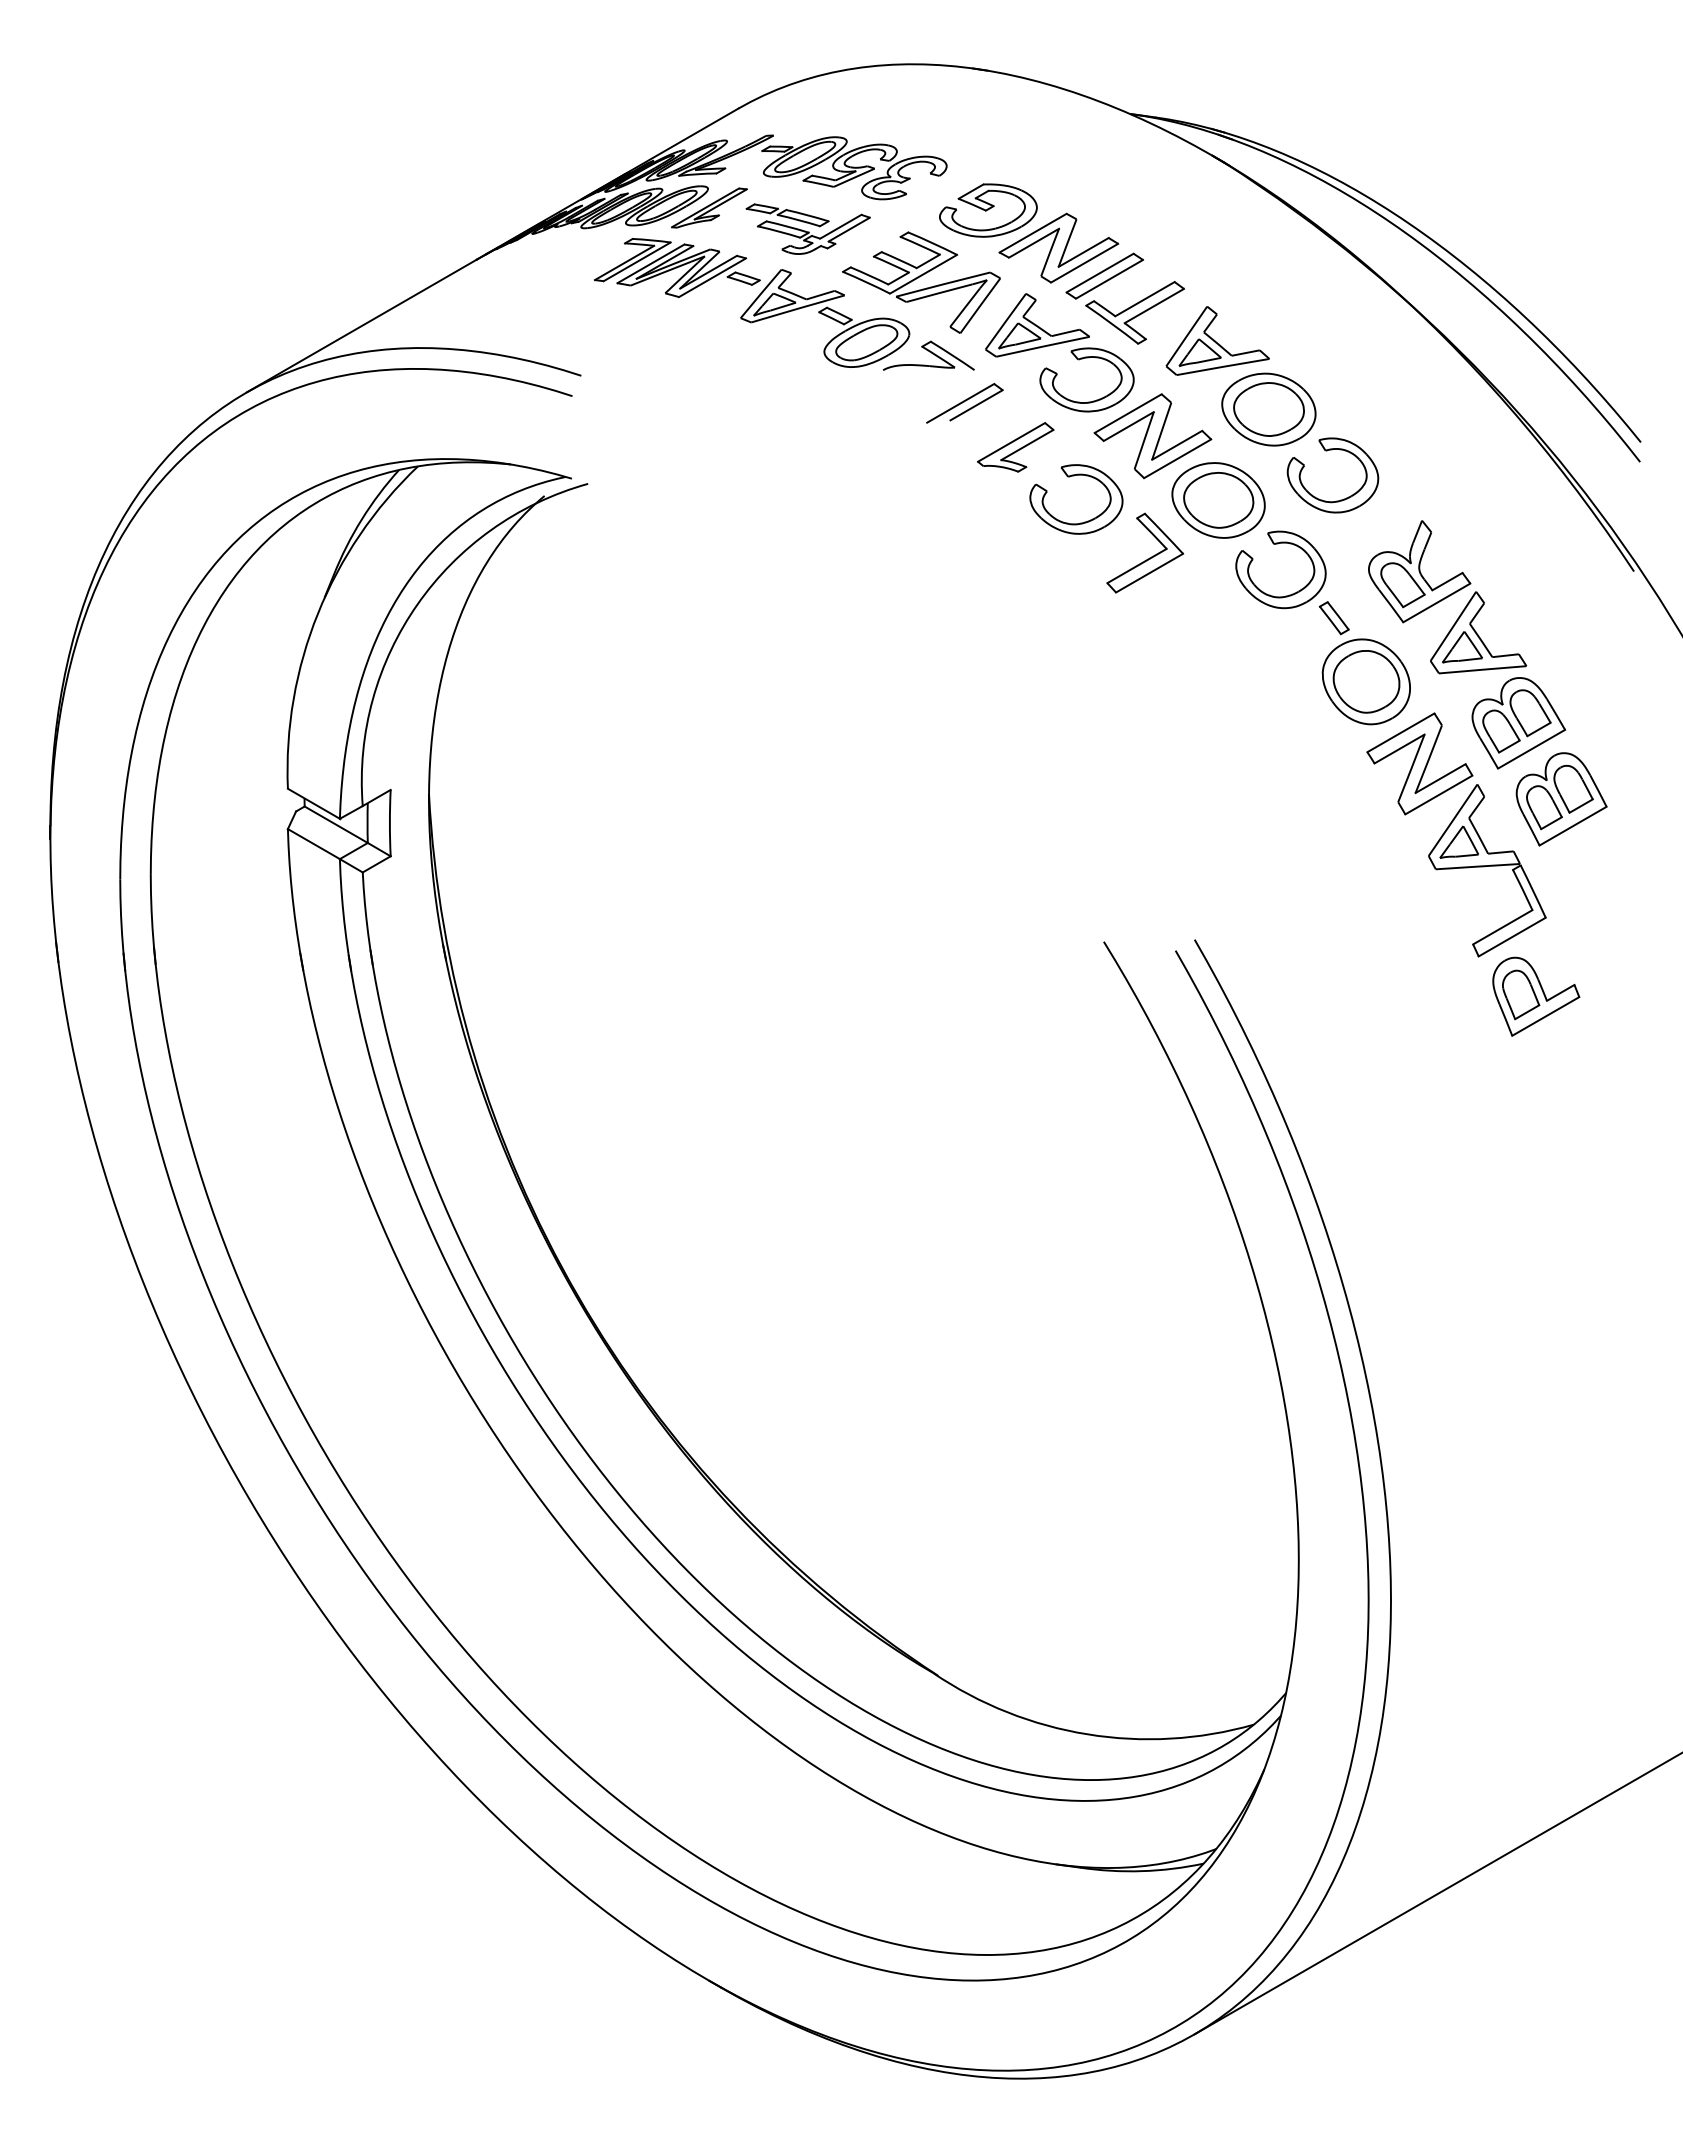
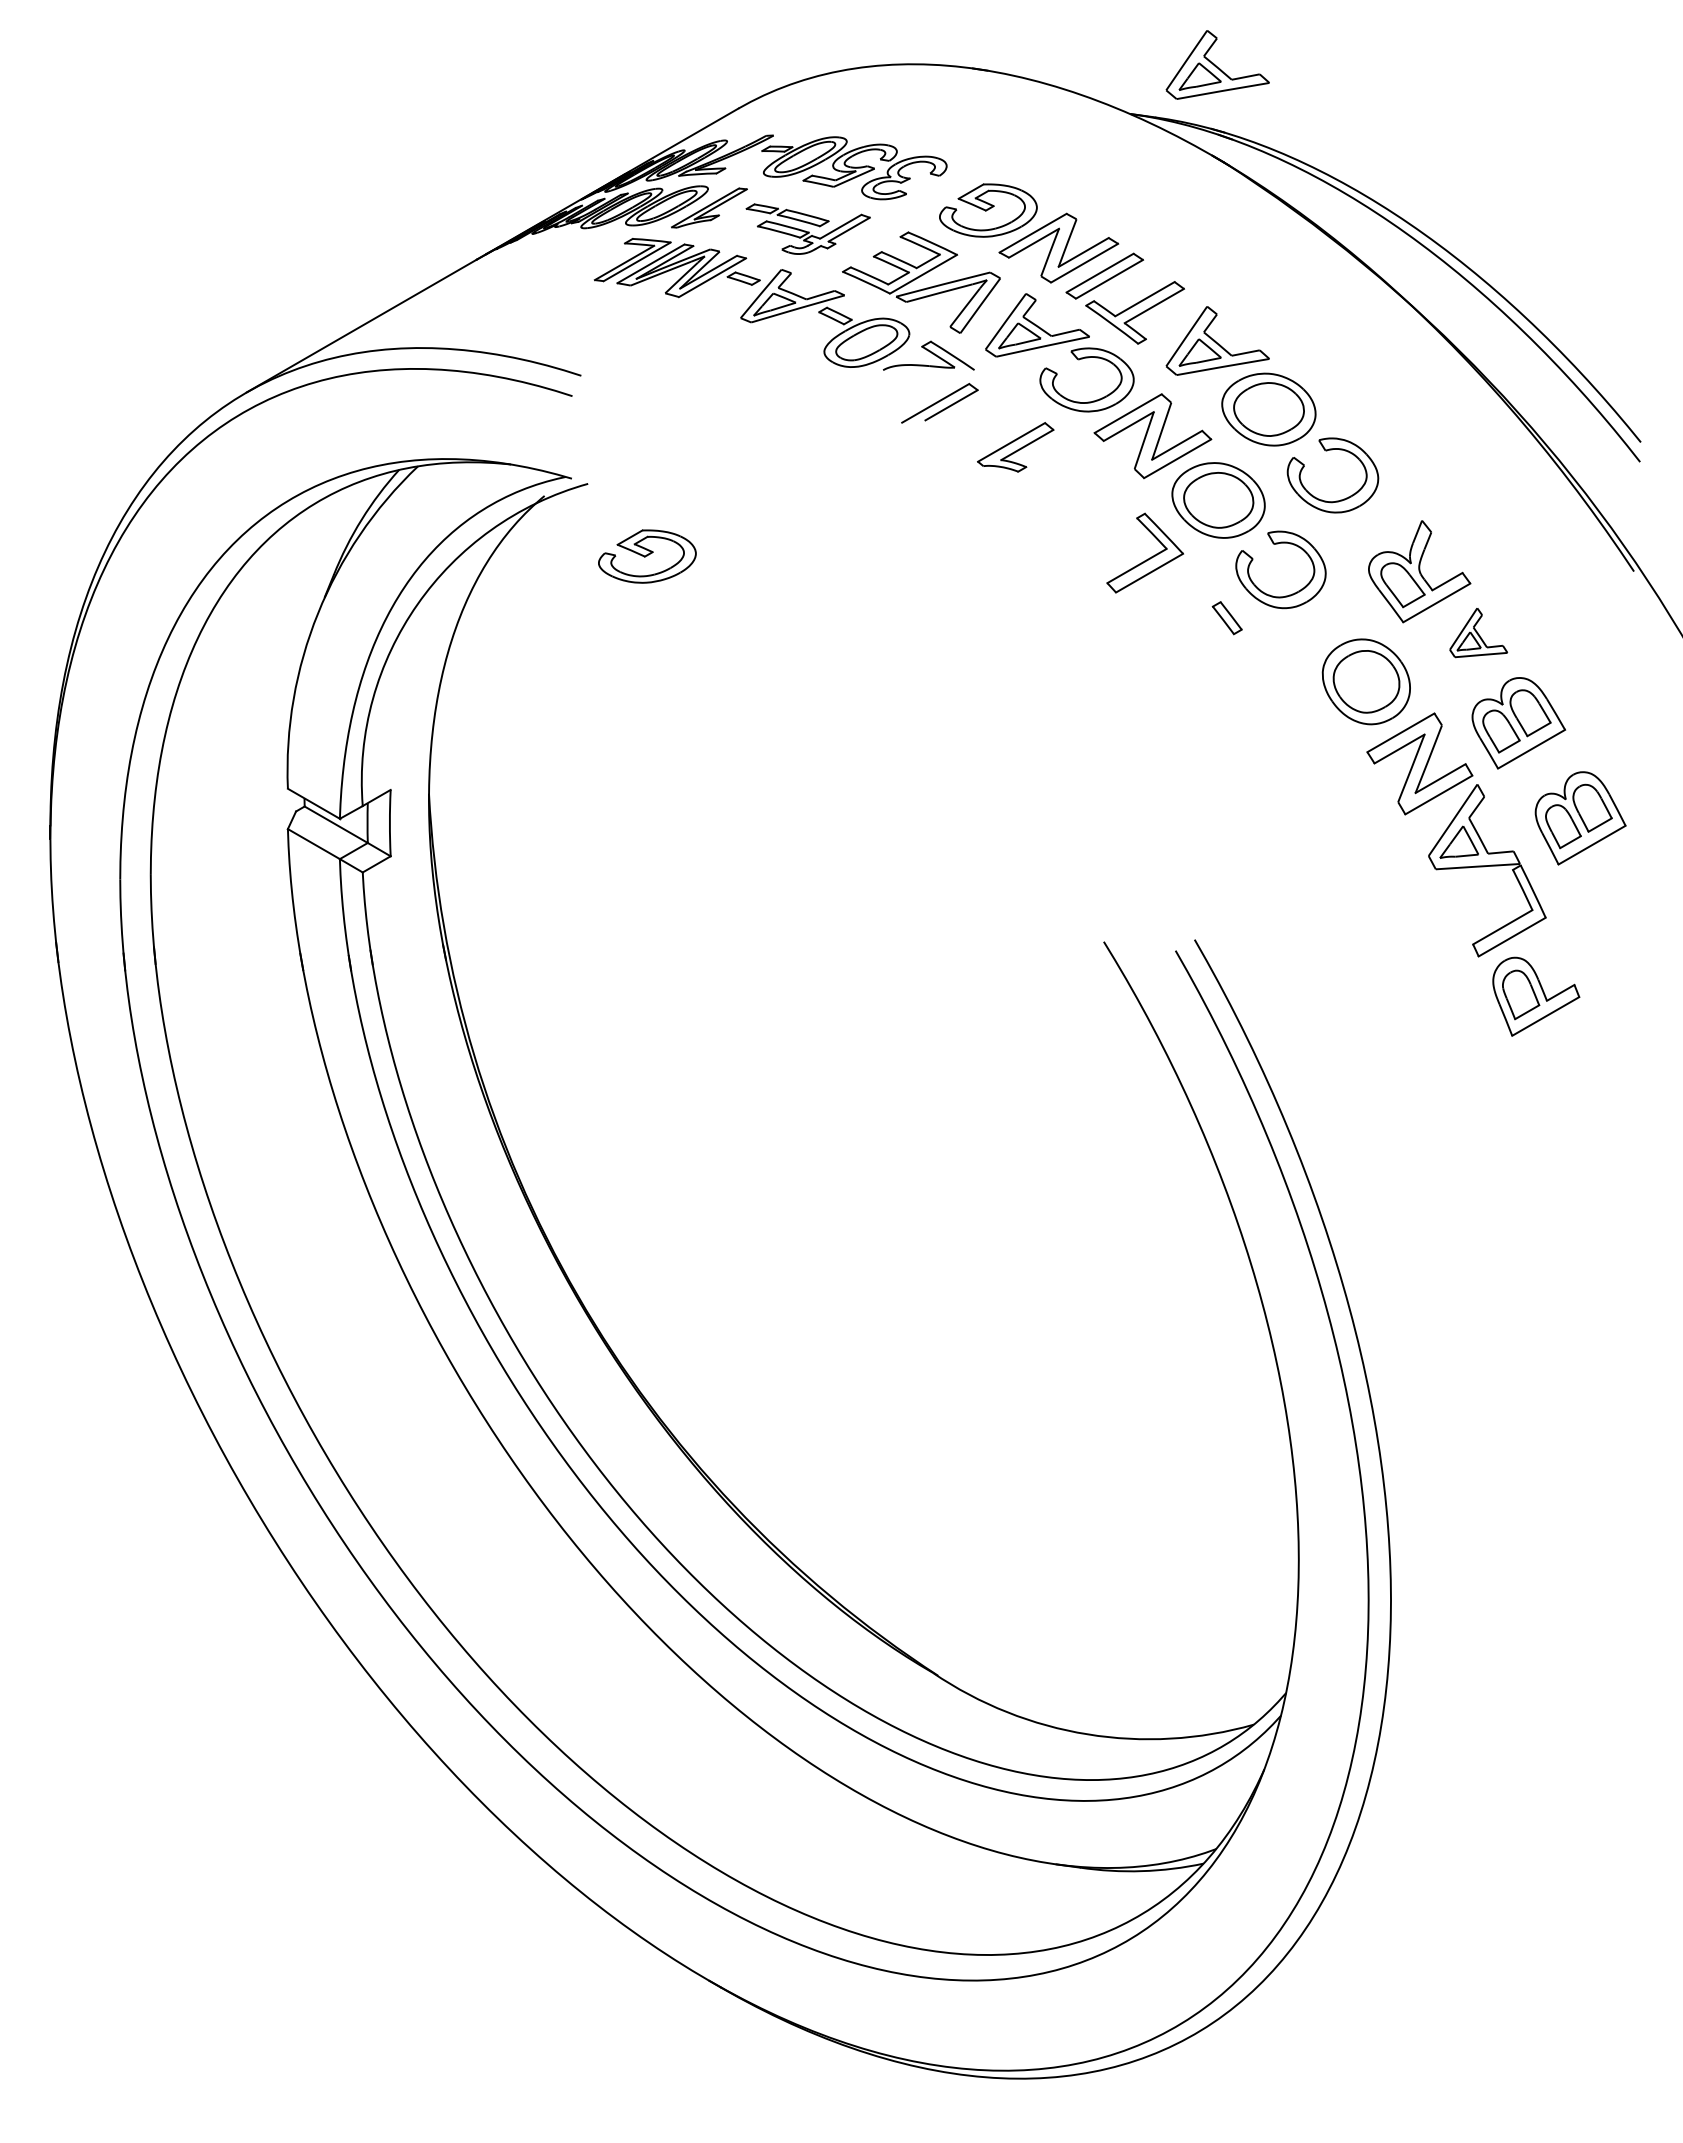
part at (1217, 64): none -> present
part at (964, 403) position: (964, 403) -> (939, 403)
part at (1074, 476): present -> none
part at (647, 556): none -> present
part at (1333, 618) position: (1333, 618) -> (1226, 618)
part at (1478, 632) size: 98x84 px -> 60x51 px
part at (1561, 799) position: (1561, 799) -> (1580, 818)
line at (1436, 1894): present -> none
